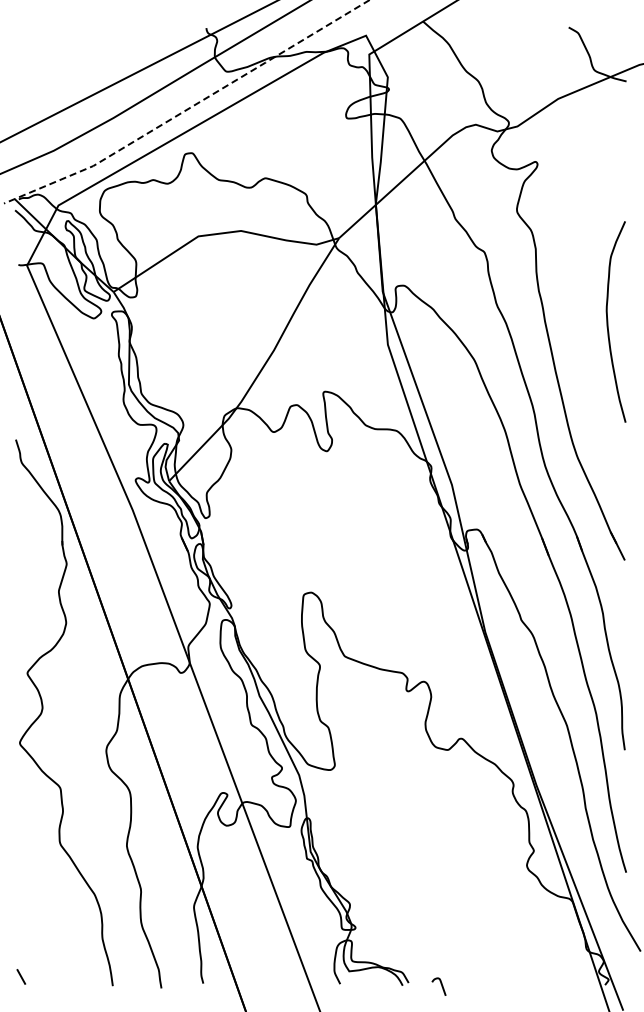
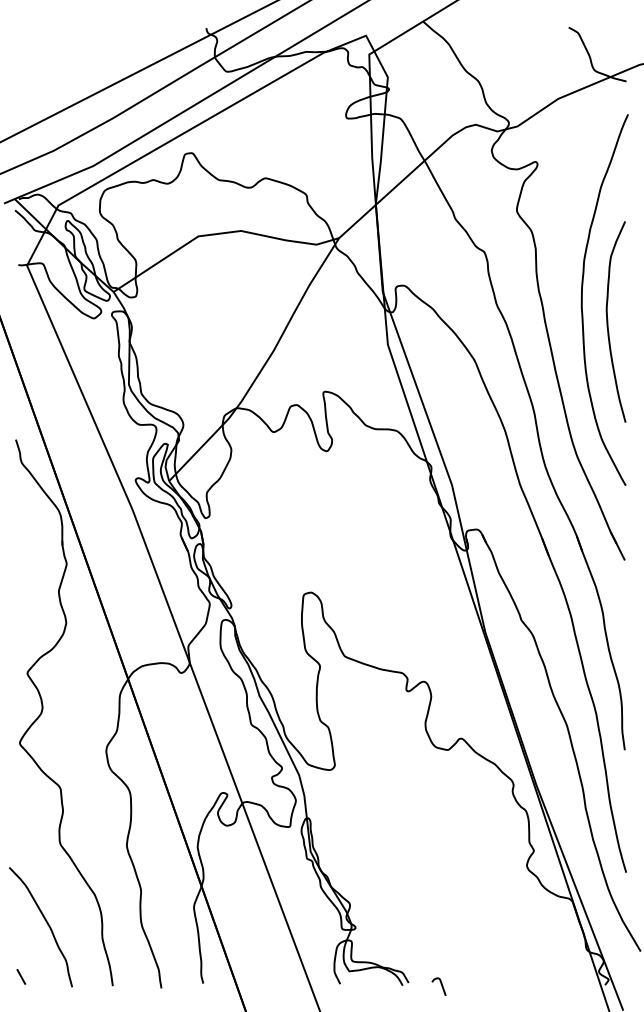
line at (189, 108): dashed -> solid
curve at (582, 299): none -> present
curve at (46, 923): none -> present
